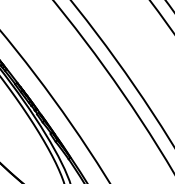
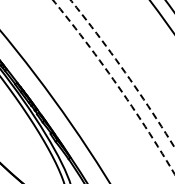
arc at (124, 72): solid -> dashed
arc at (117, 85): solid -> dashed
